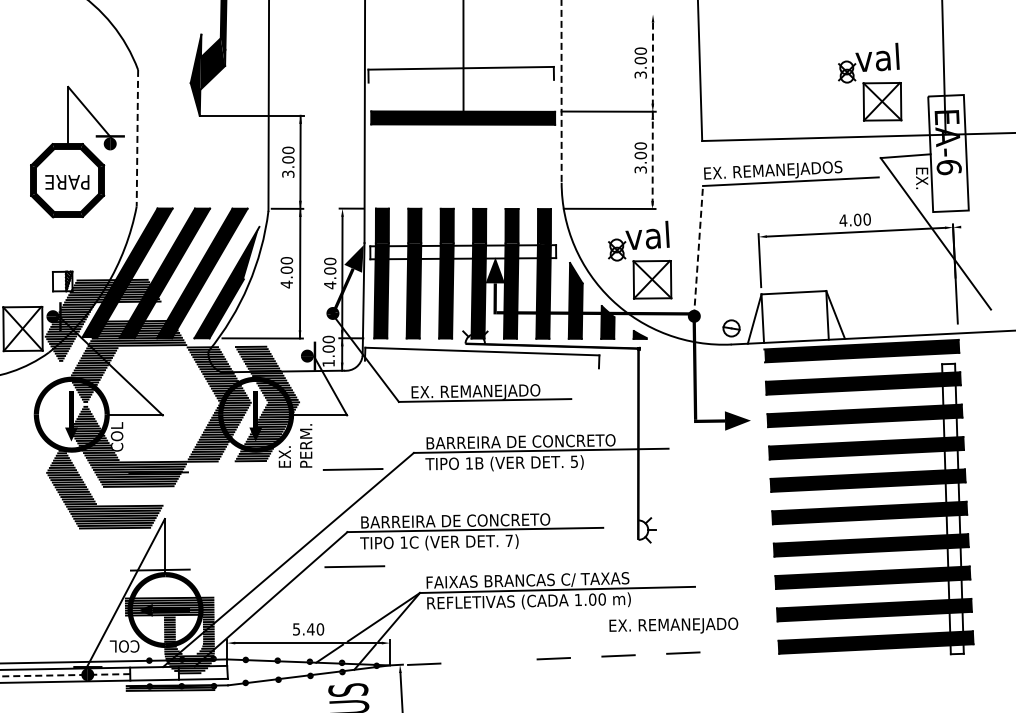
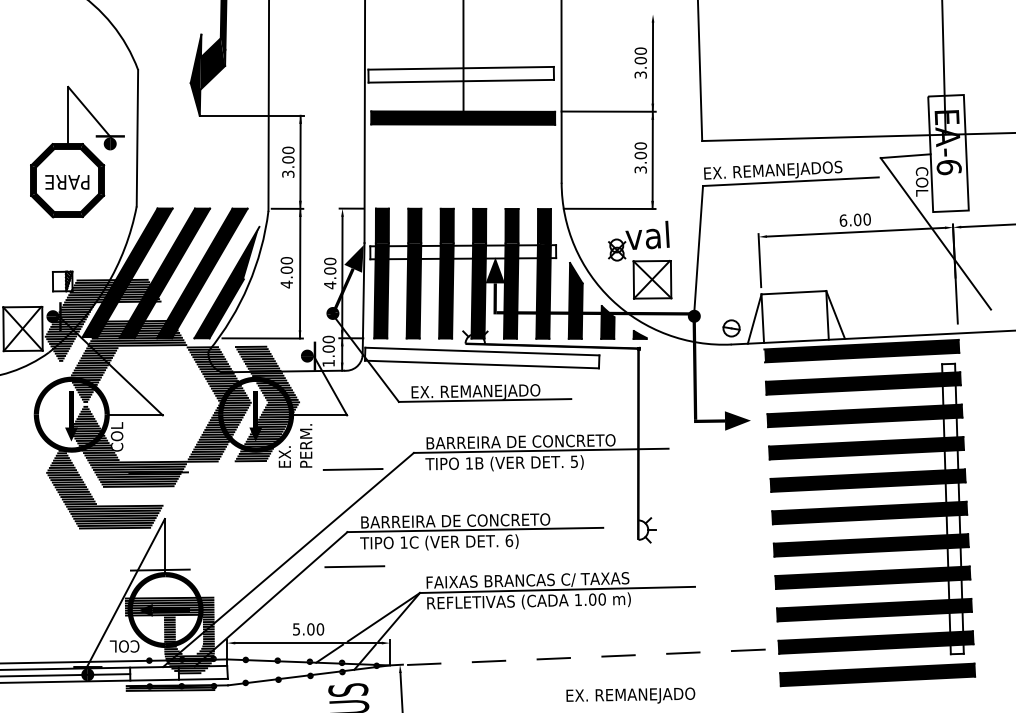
line at (461, 80): none -> present
part at (870, 81): present -> none
line at (561, 91): dashed -> solid
line at (652, 116): dashed -> solid
line at (137, 138): dashed -> solid
text at (921, 181): EX. -> COL
text at (843, 220): 4.00 -> 6.00
line at (986, 225): none -> present
line at (698, 250): dashed -> solid
line at (481, 364): none -> present
text at (509, 540): 7) -> 6)
text at (673, 625) position: (673, 625) -> (630, 695)
text at (310, 629): 5.40 -> 5.00
line at (747, 650): none -> present
line at (488, 661): none -> present
part at (877, 674): none -> present
line at (65, 675): dashed -> solid
